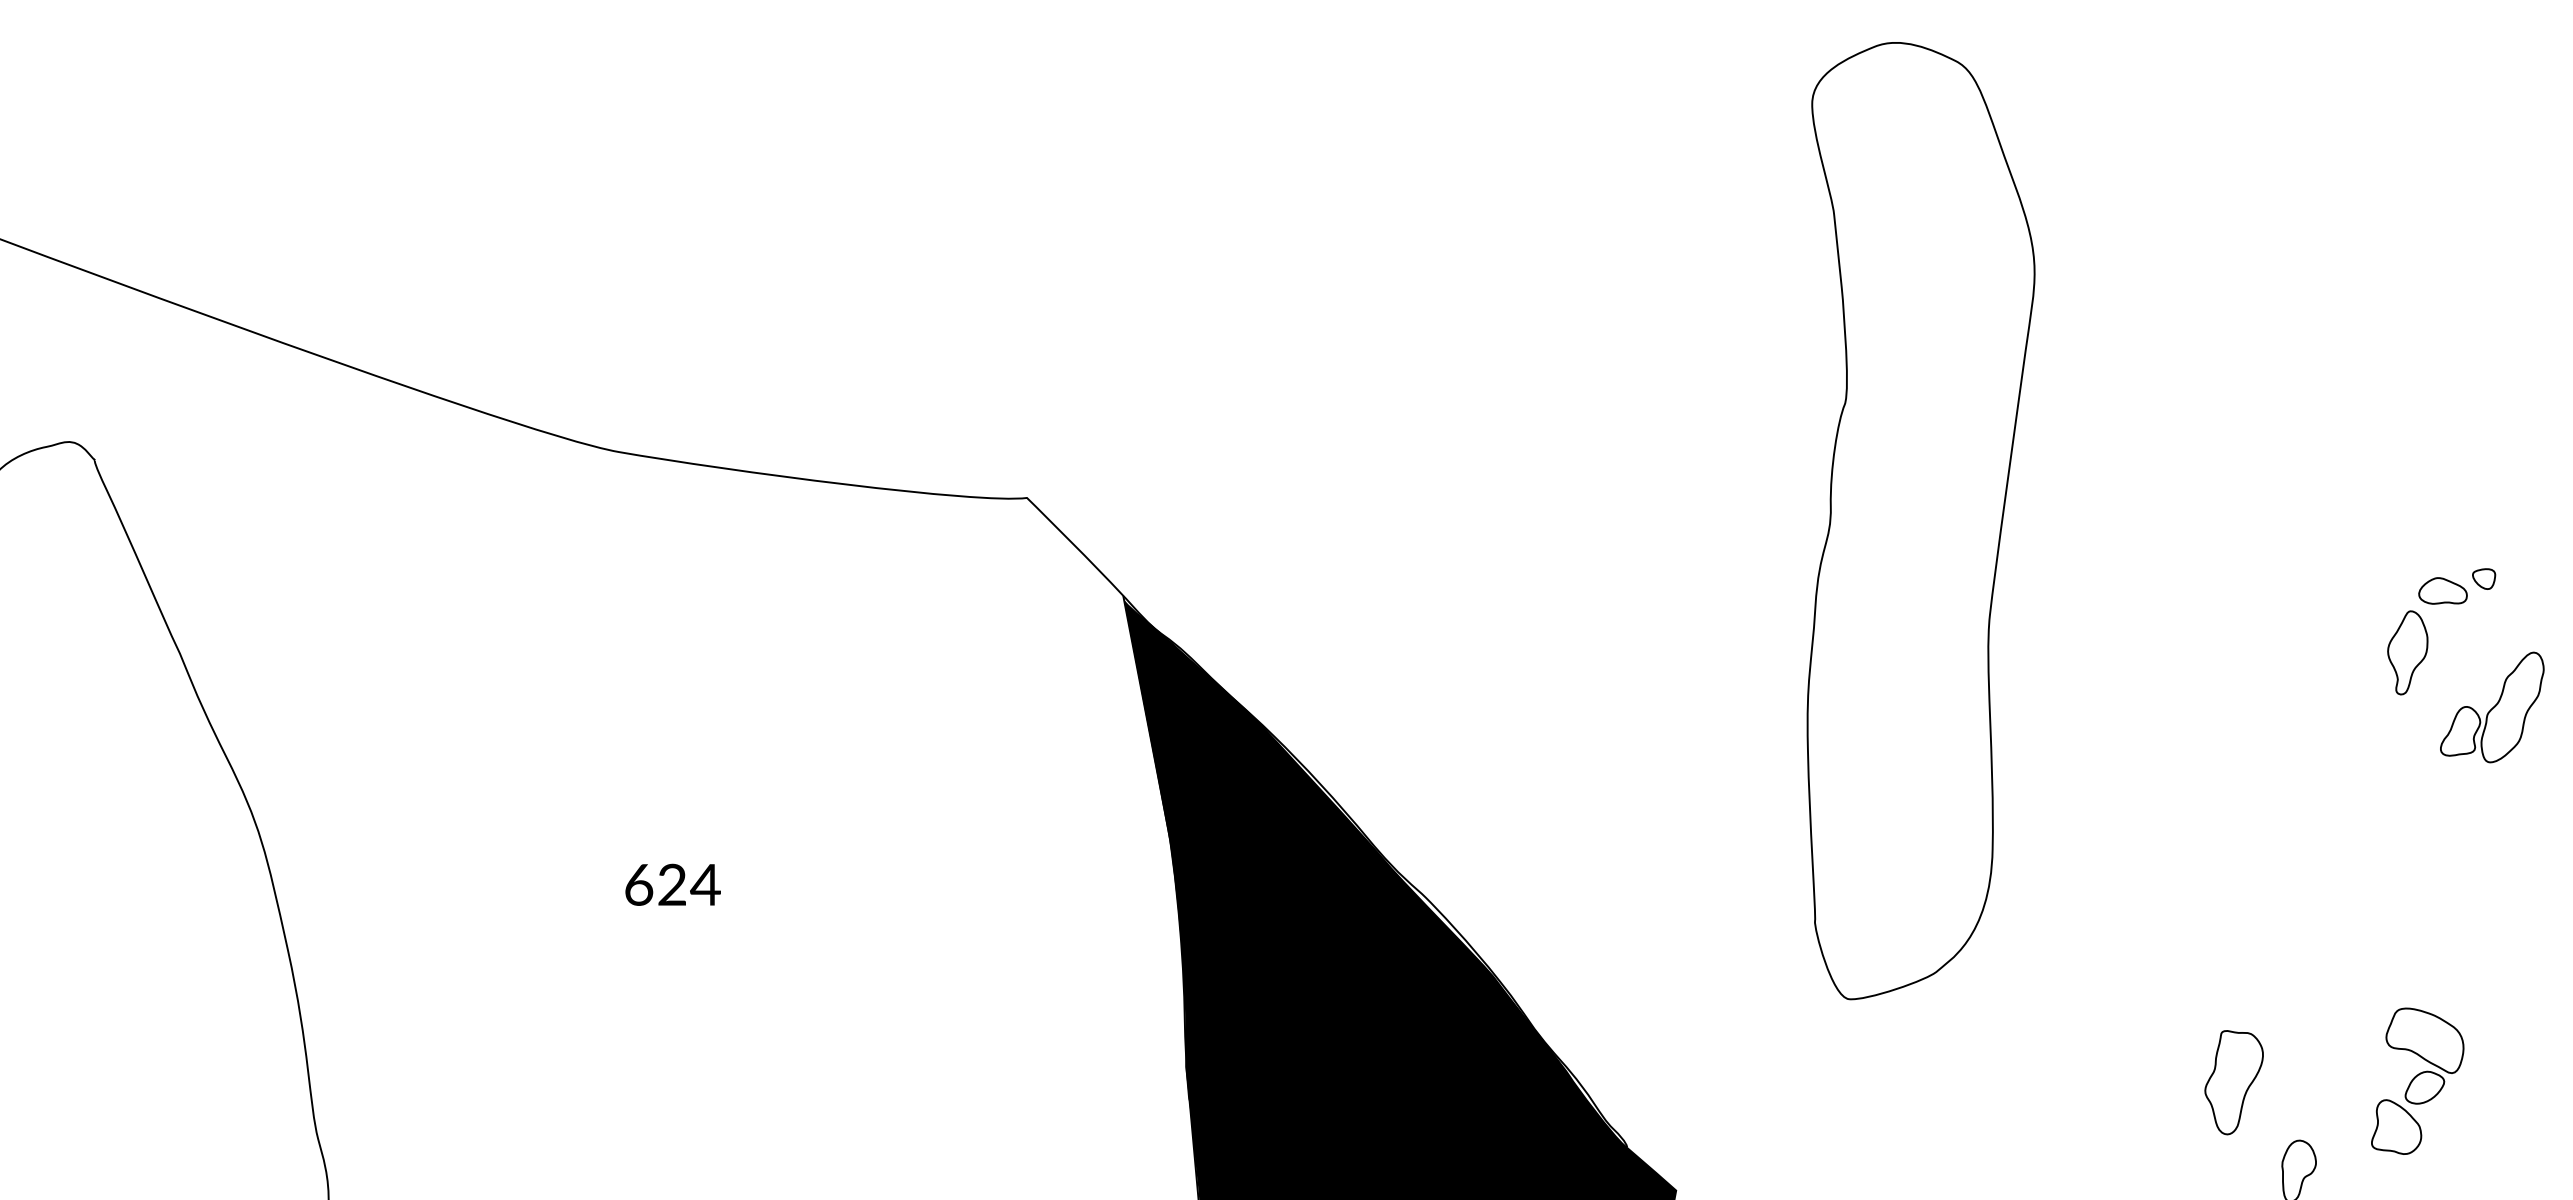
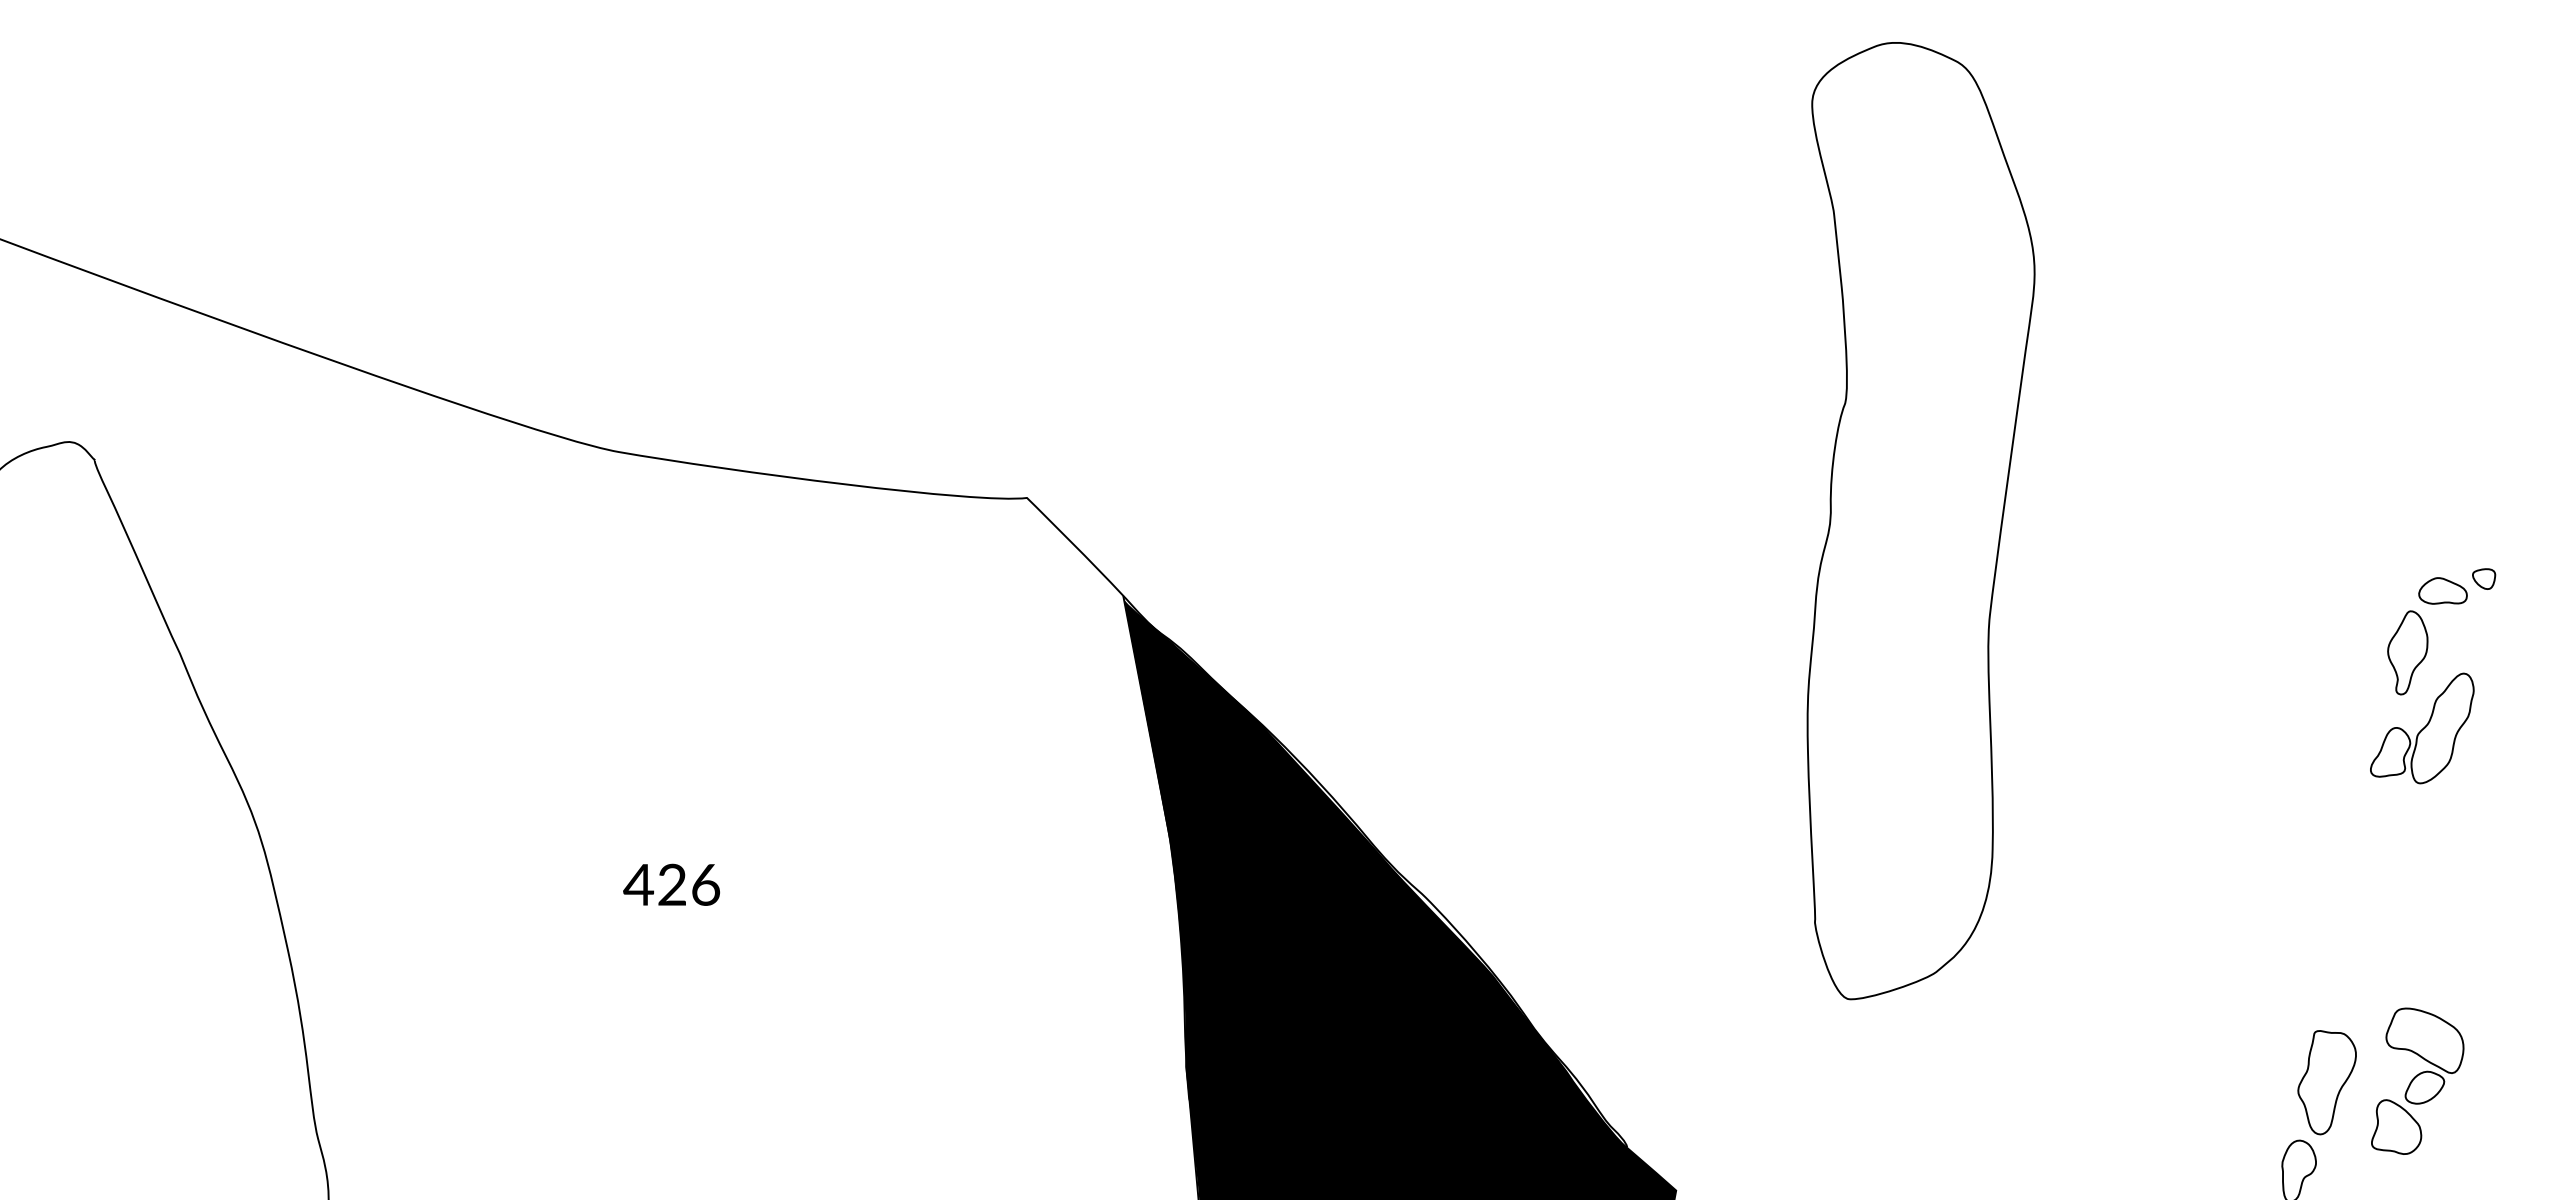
part at (2492, 707) position: (2492, 707) -> (2422, 728)
text at (671, 884): 624 -> 426
part at (2233, 1082) position: (2233, 1082) -> (2326, 1082)
